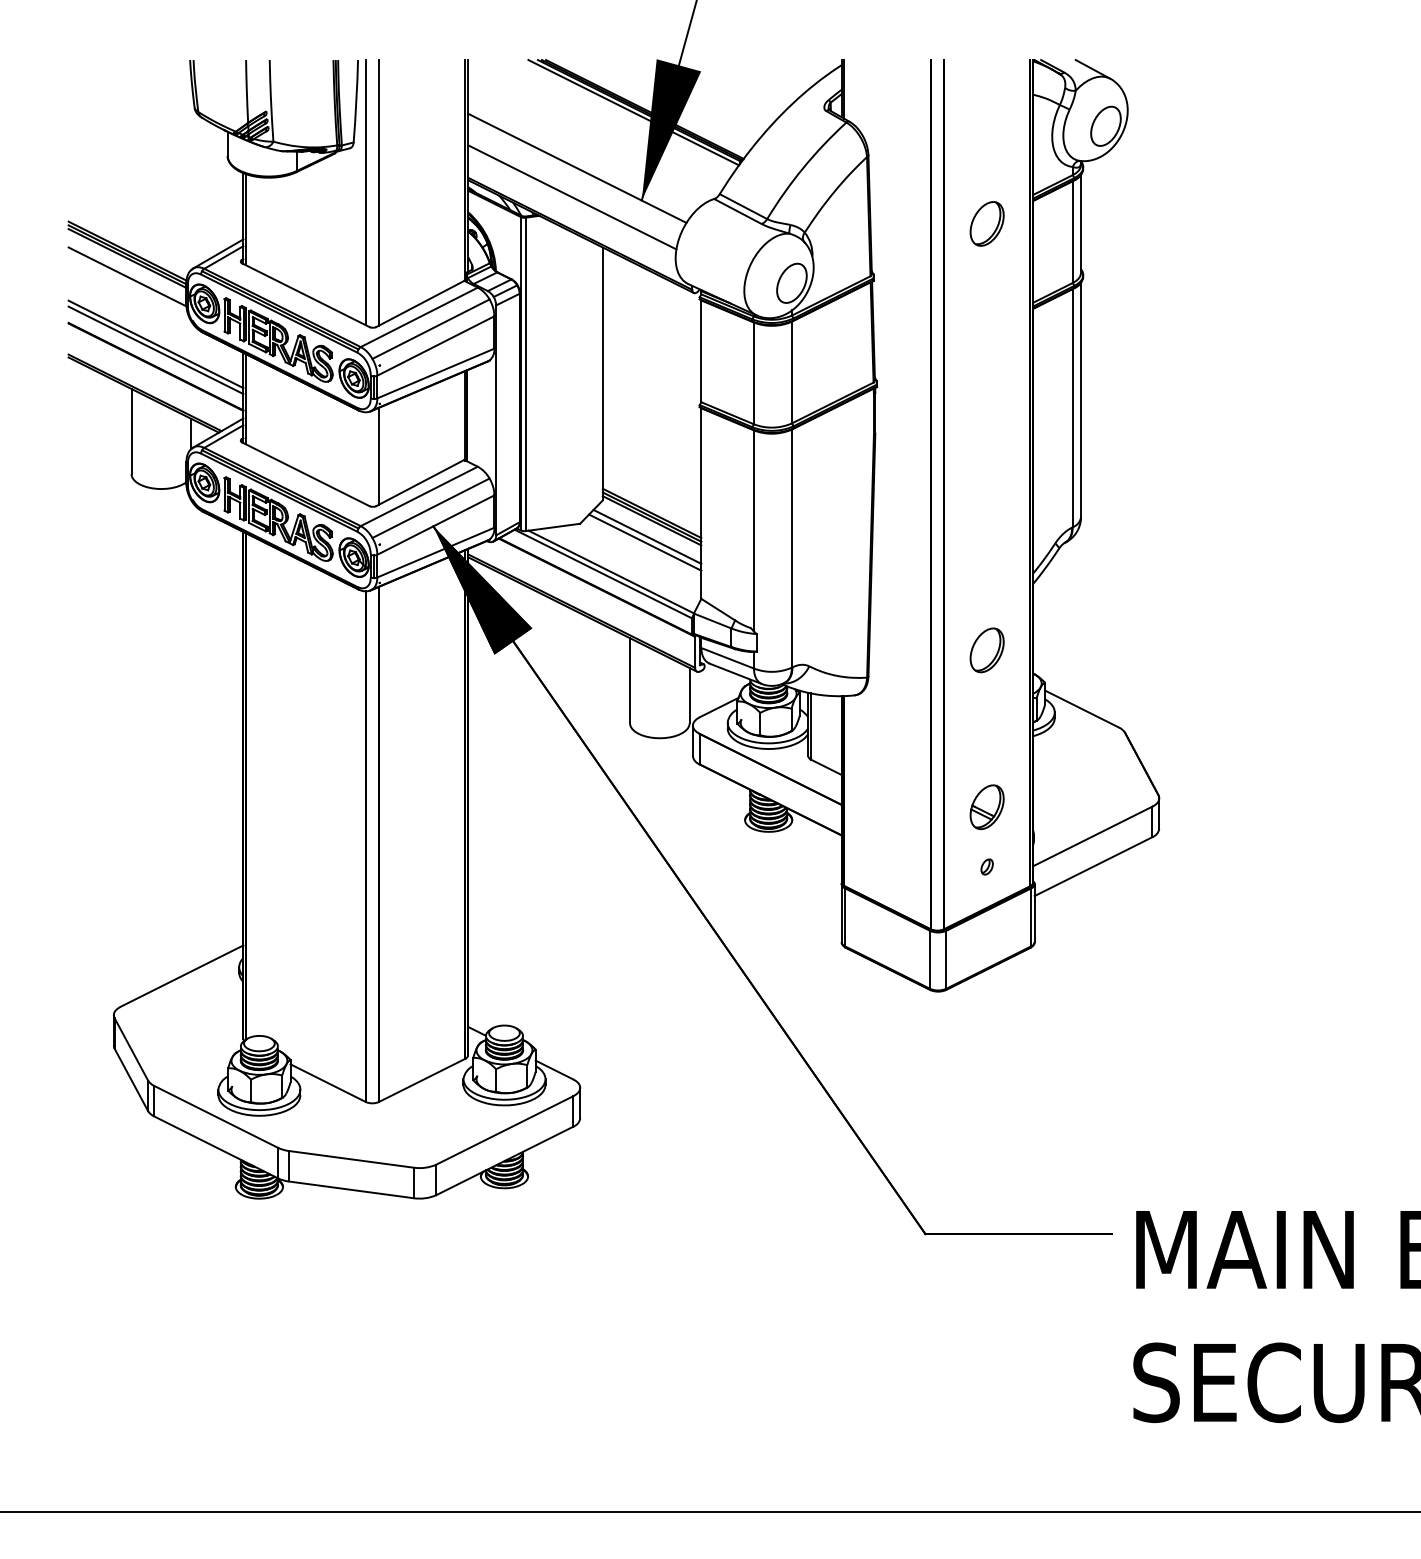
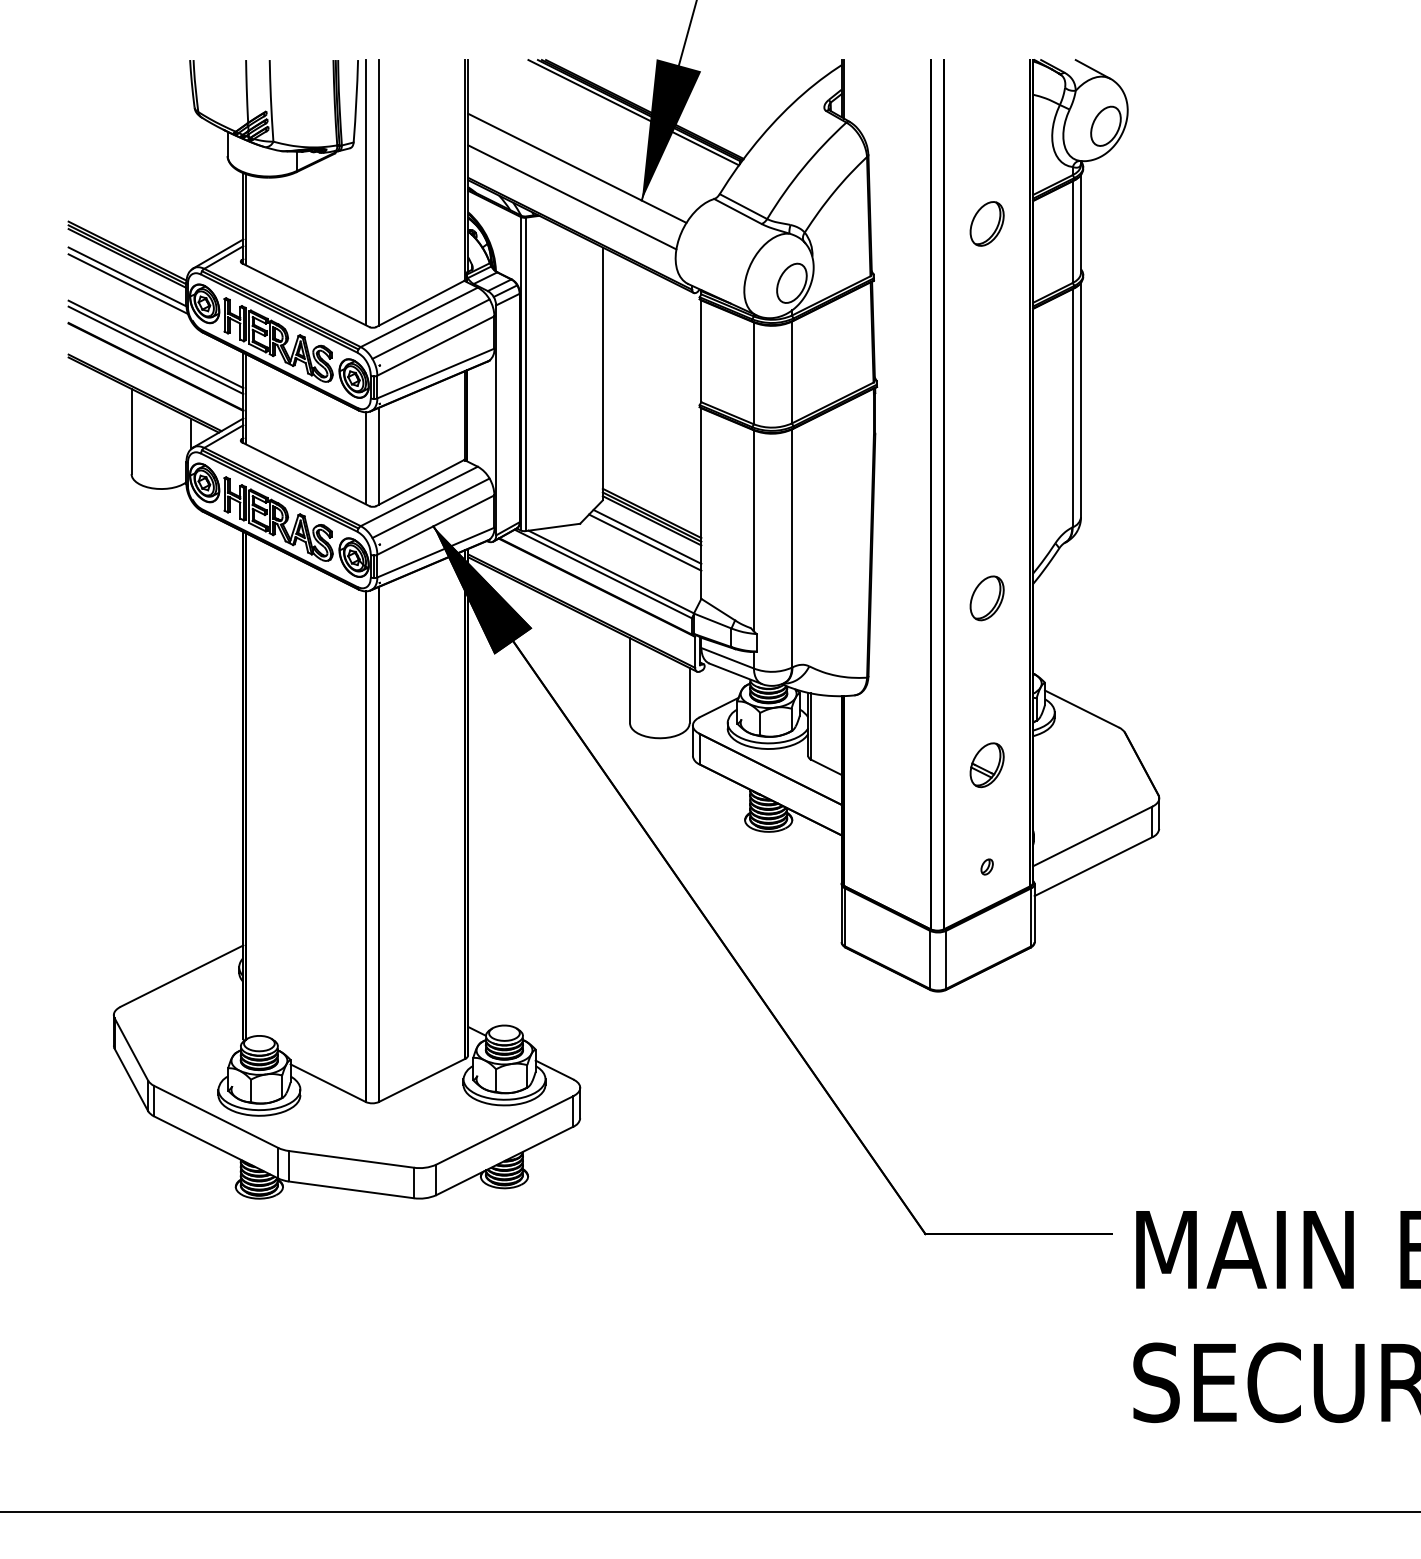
line at (128, 284): none -> present
line at (365, 458): none -> present
part at (986, 650) position: (986, 650) -> (986, 598)
part at (986, 807) position: (986, 807) -> (986, 765)
